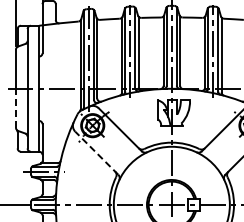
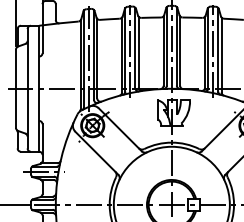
line at (16, 108): dashed -> solid
line at (96, 152): dashed -> solid
